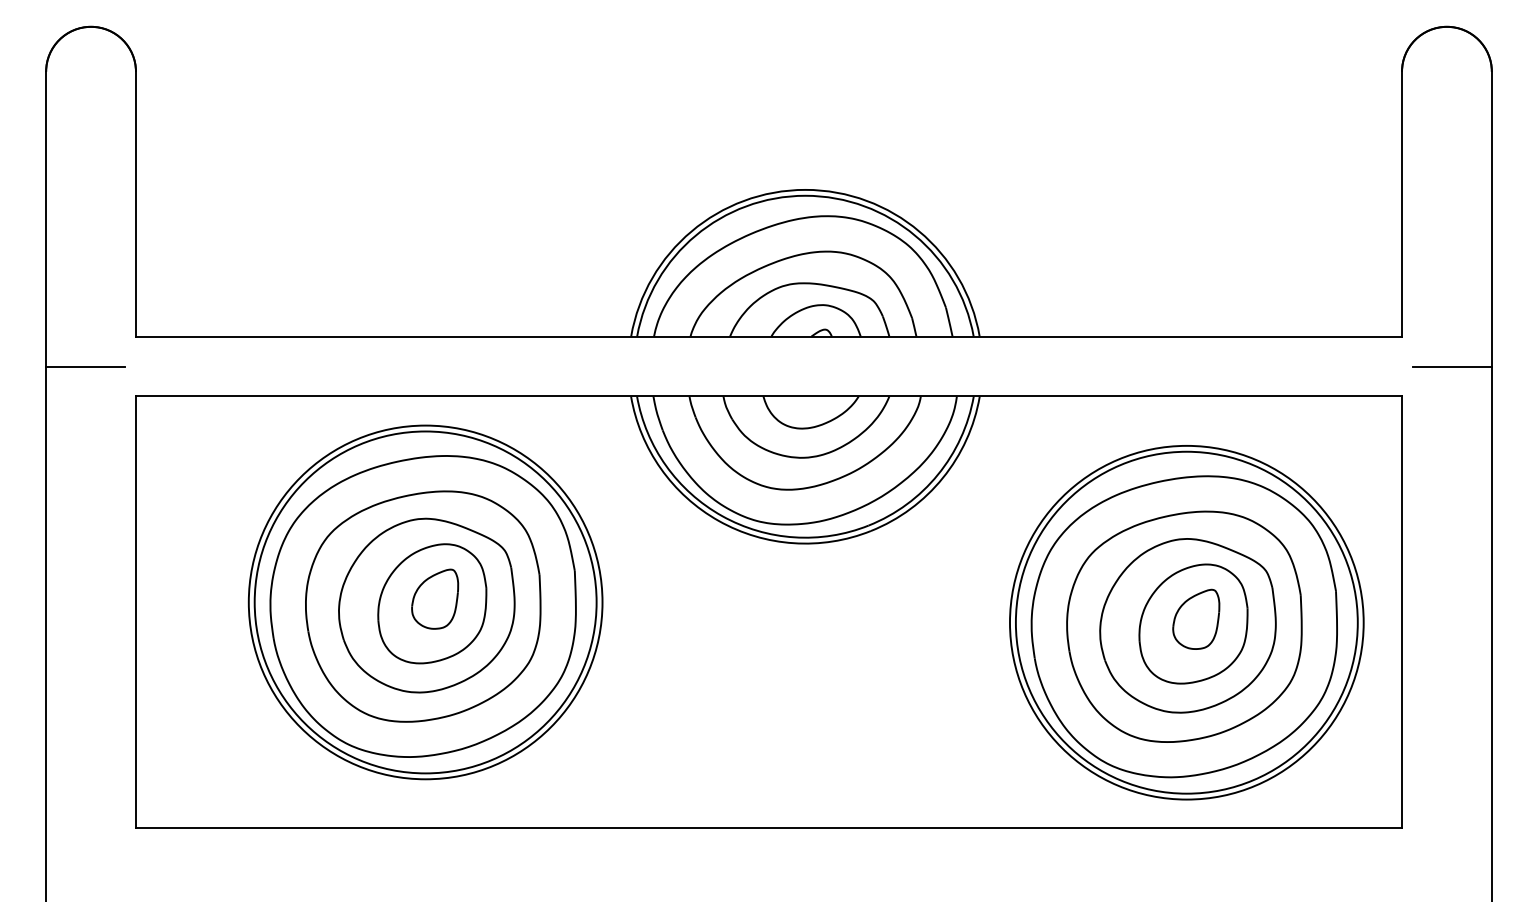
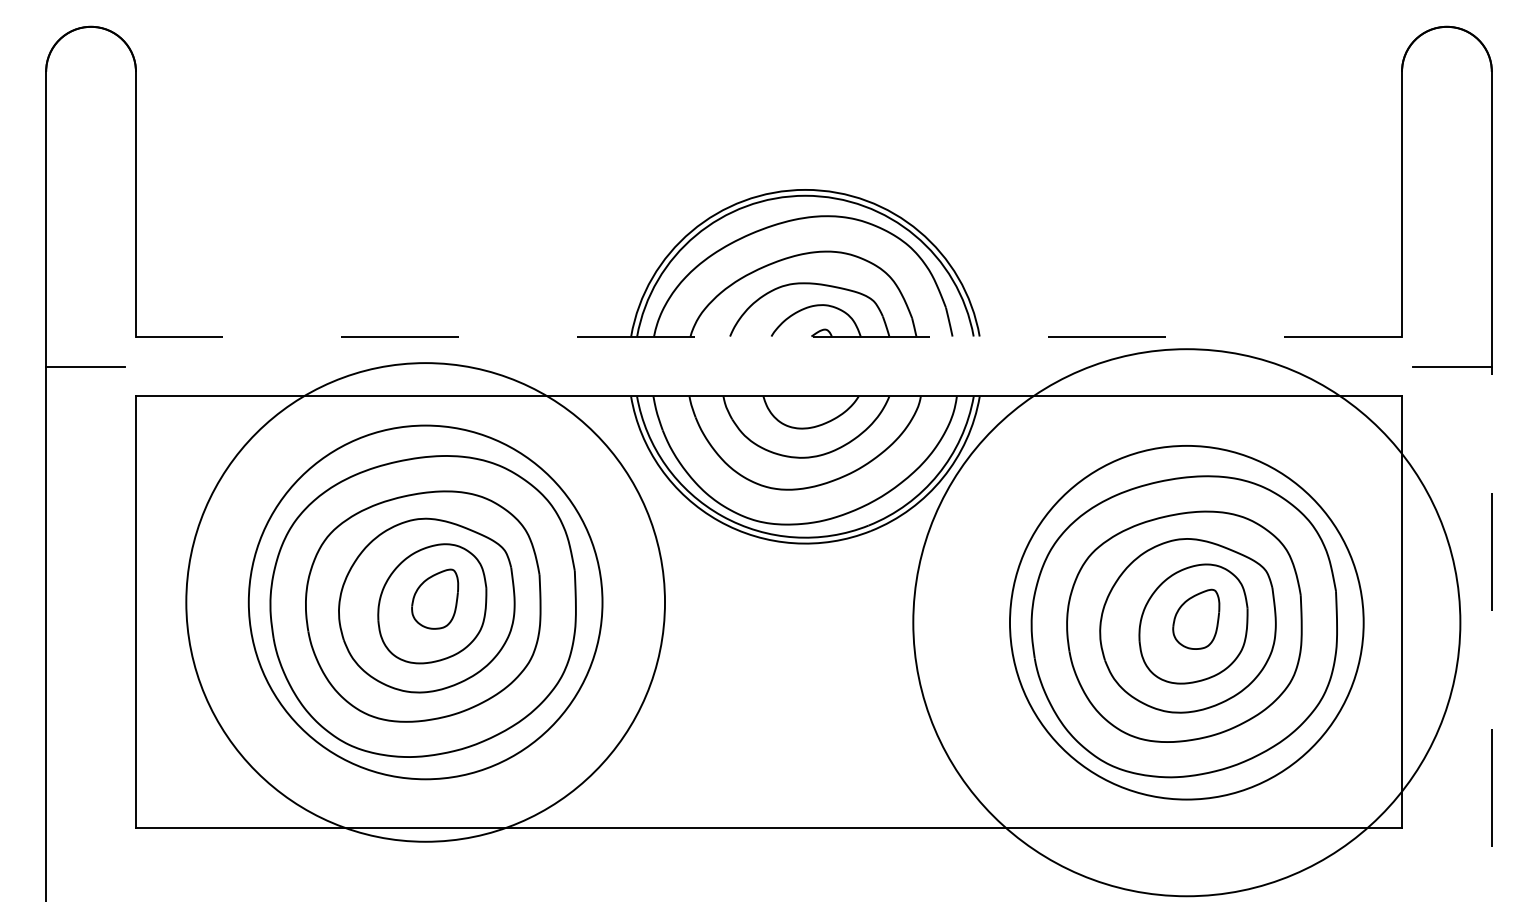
line at (768, 336): solid -> dashed
circle at (425, 602) diameter: 342 px -> 479 px
circle at (1186, 622) diameter: 342 px -> 547 px
line at (1491, 633): solid -> dashed
